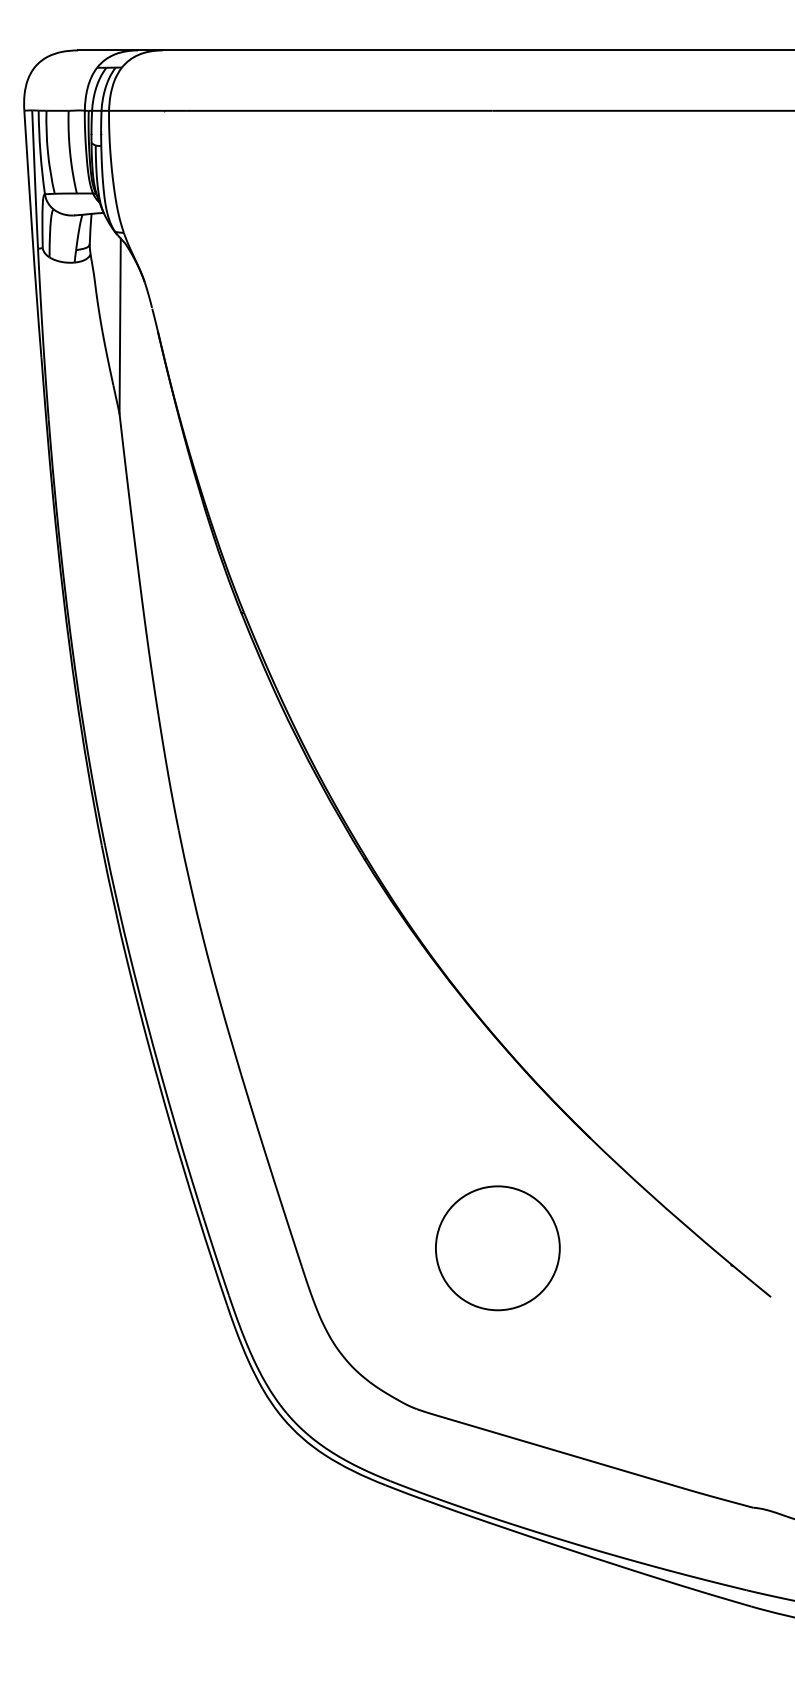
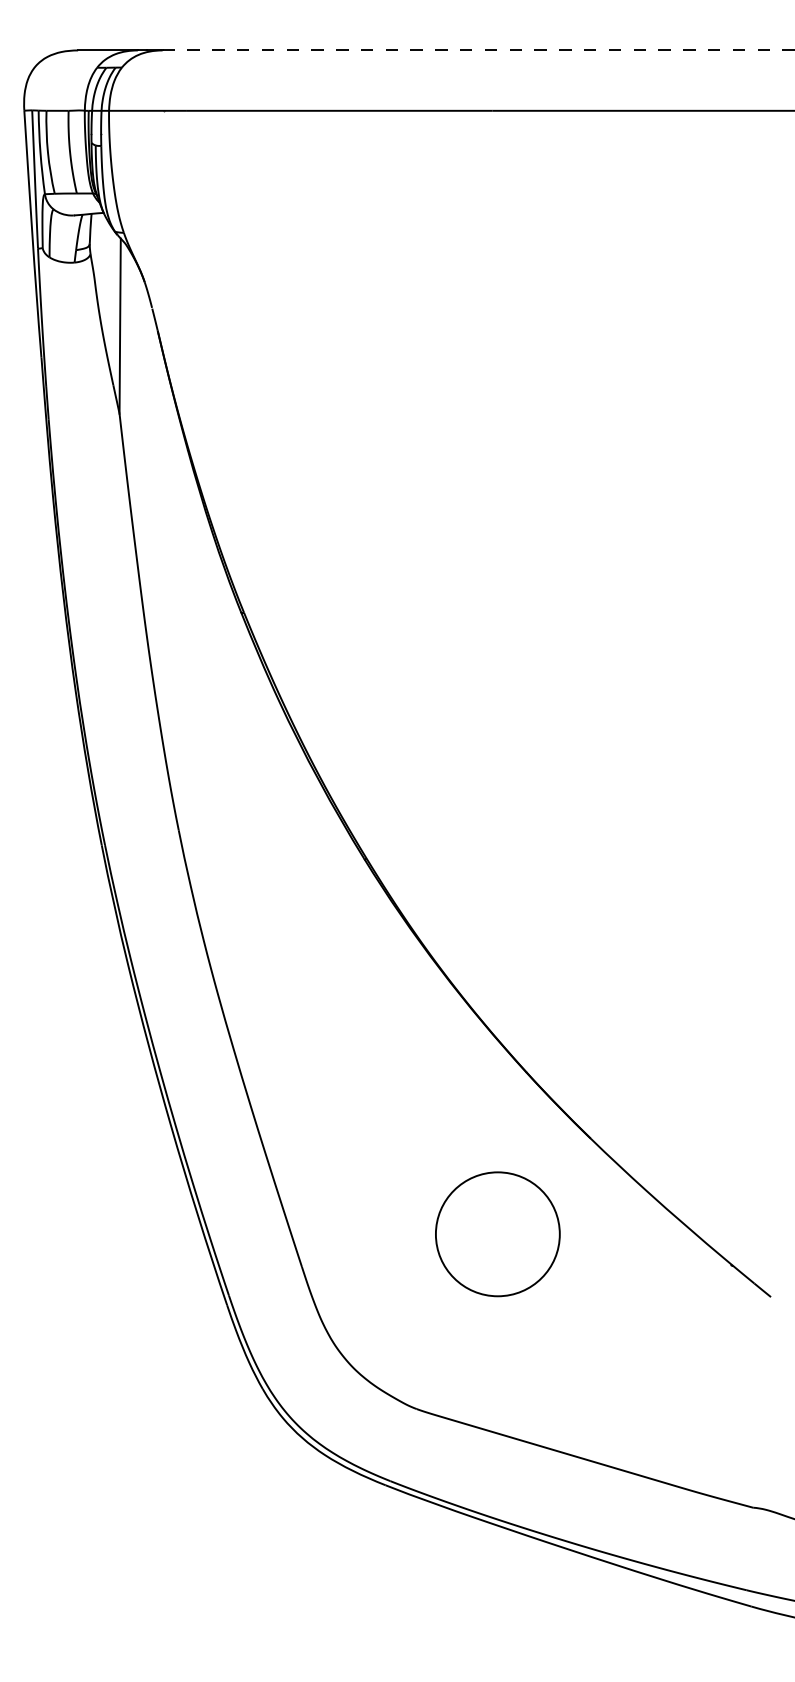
line at (479, 50): solid -> dashed
circle at (497, 1248) position: (497, 1248) -> (497, 1234)
